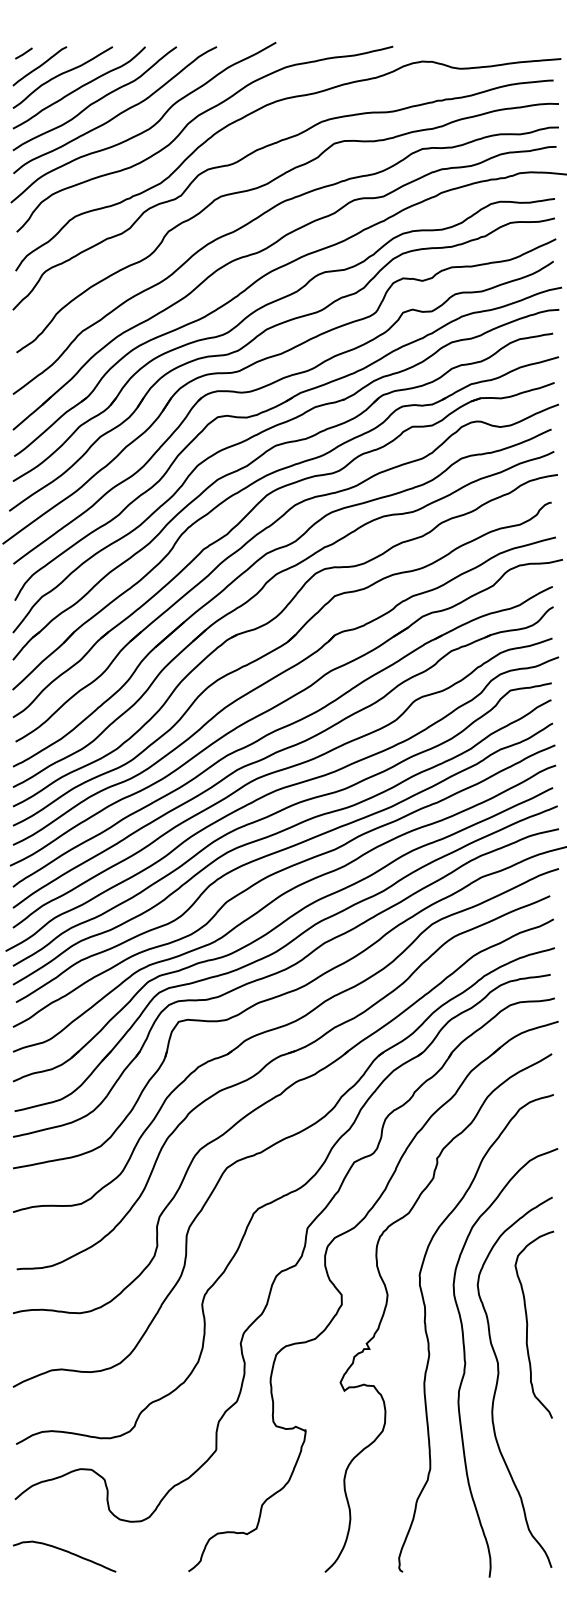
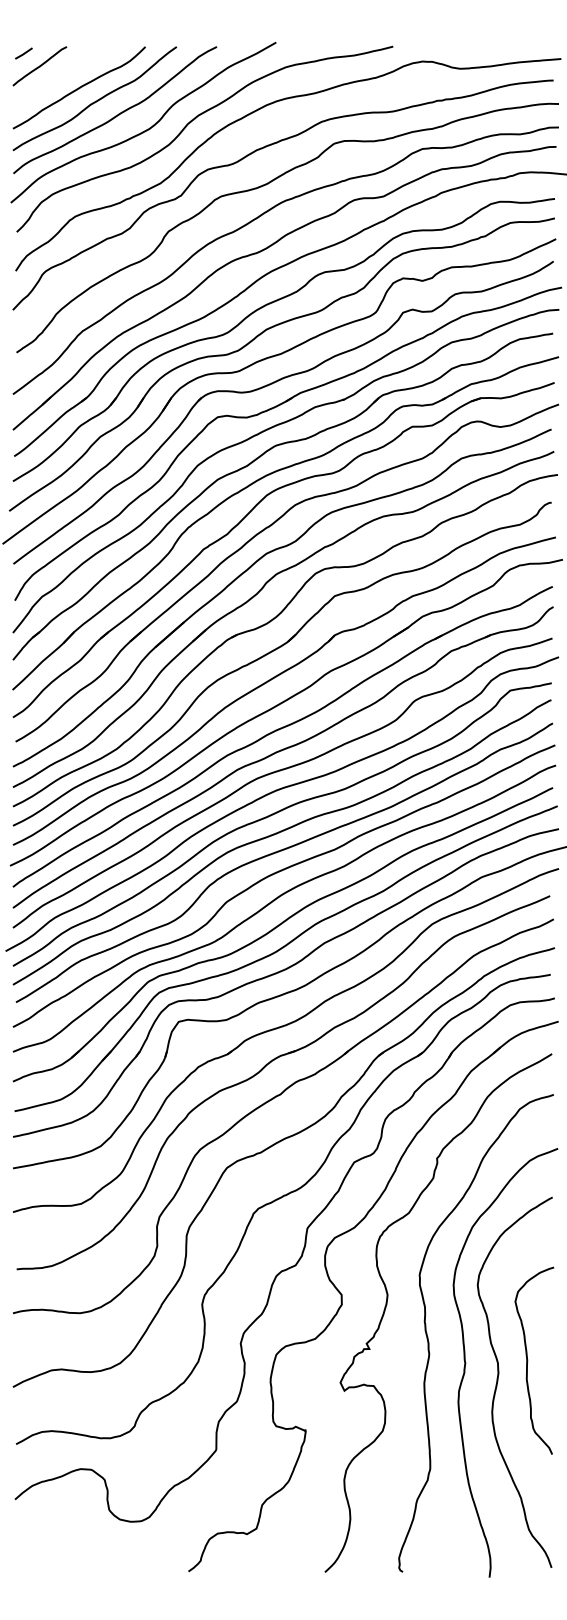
curve at (60, 75): present -> none
curve at (528, 1324) position: (528, 1324) -> (528, 1360)
curve at (66, 1552): present -> none
